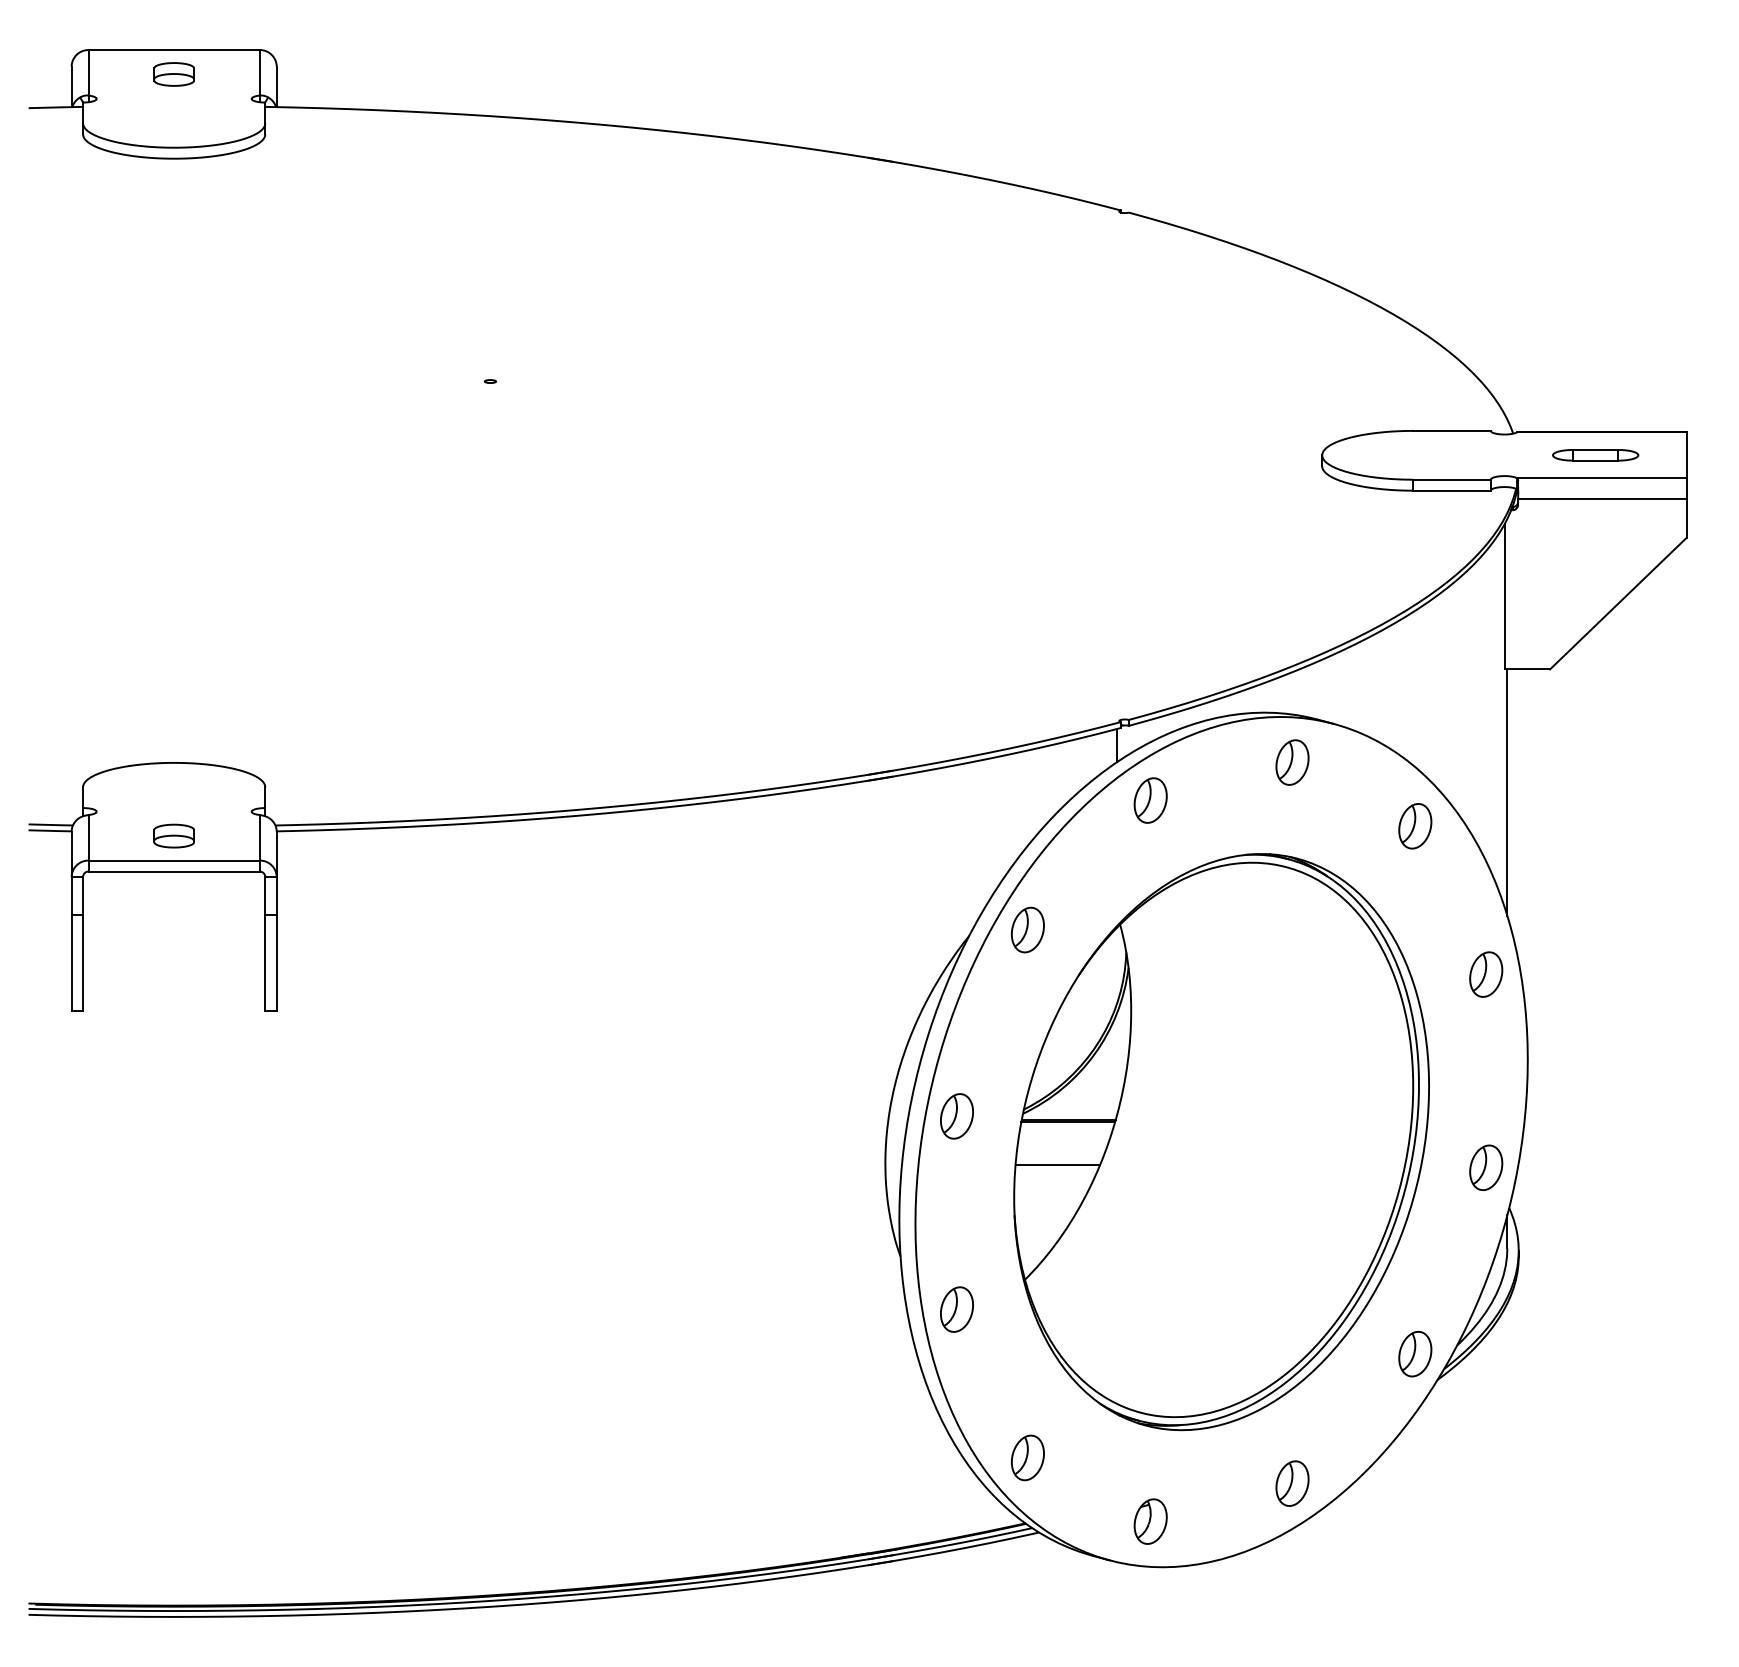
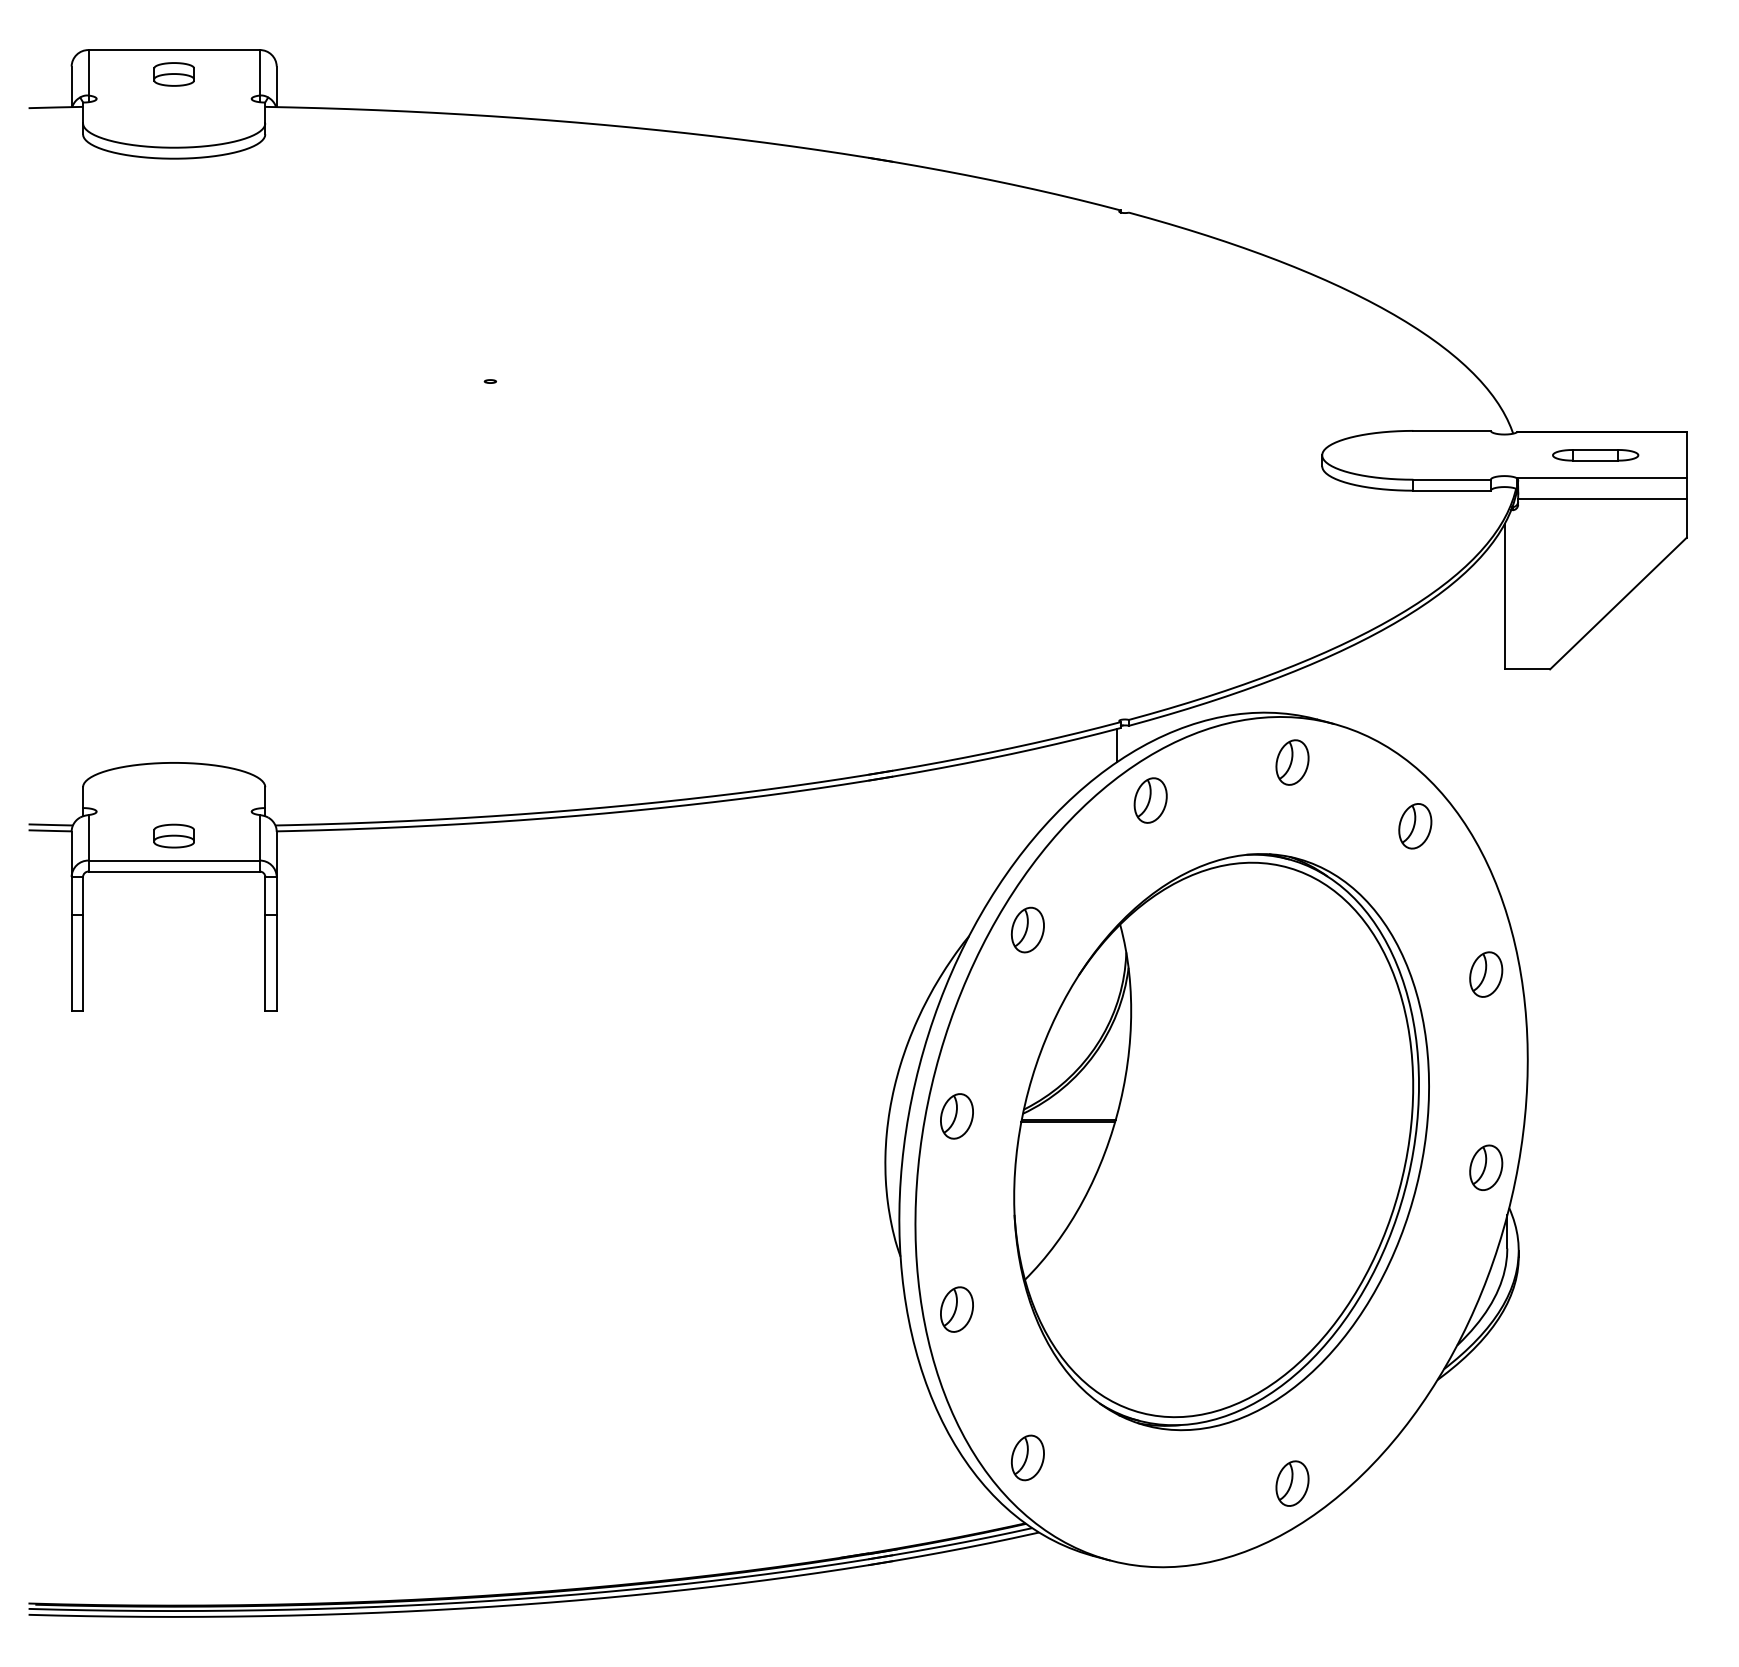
line at (1507, 792): present -> none
line at (1057, 1165): present -> none
part at (1415, 1353): present -> none
part at (1150, 1521): present -> none
